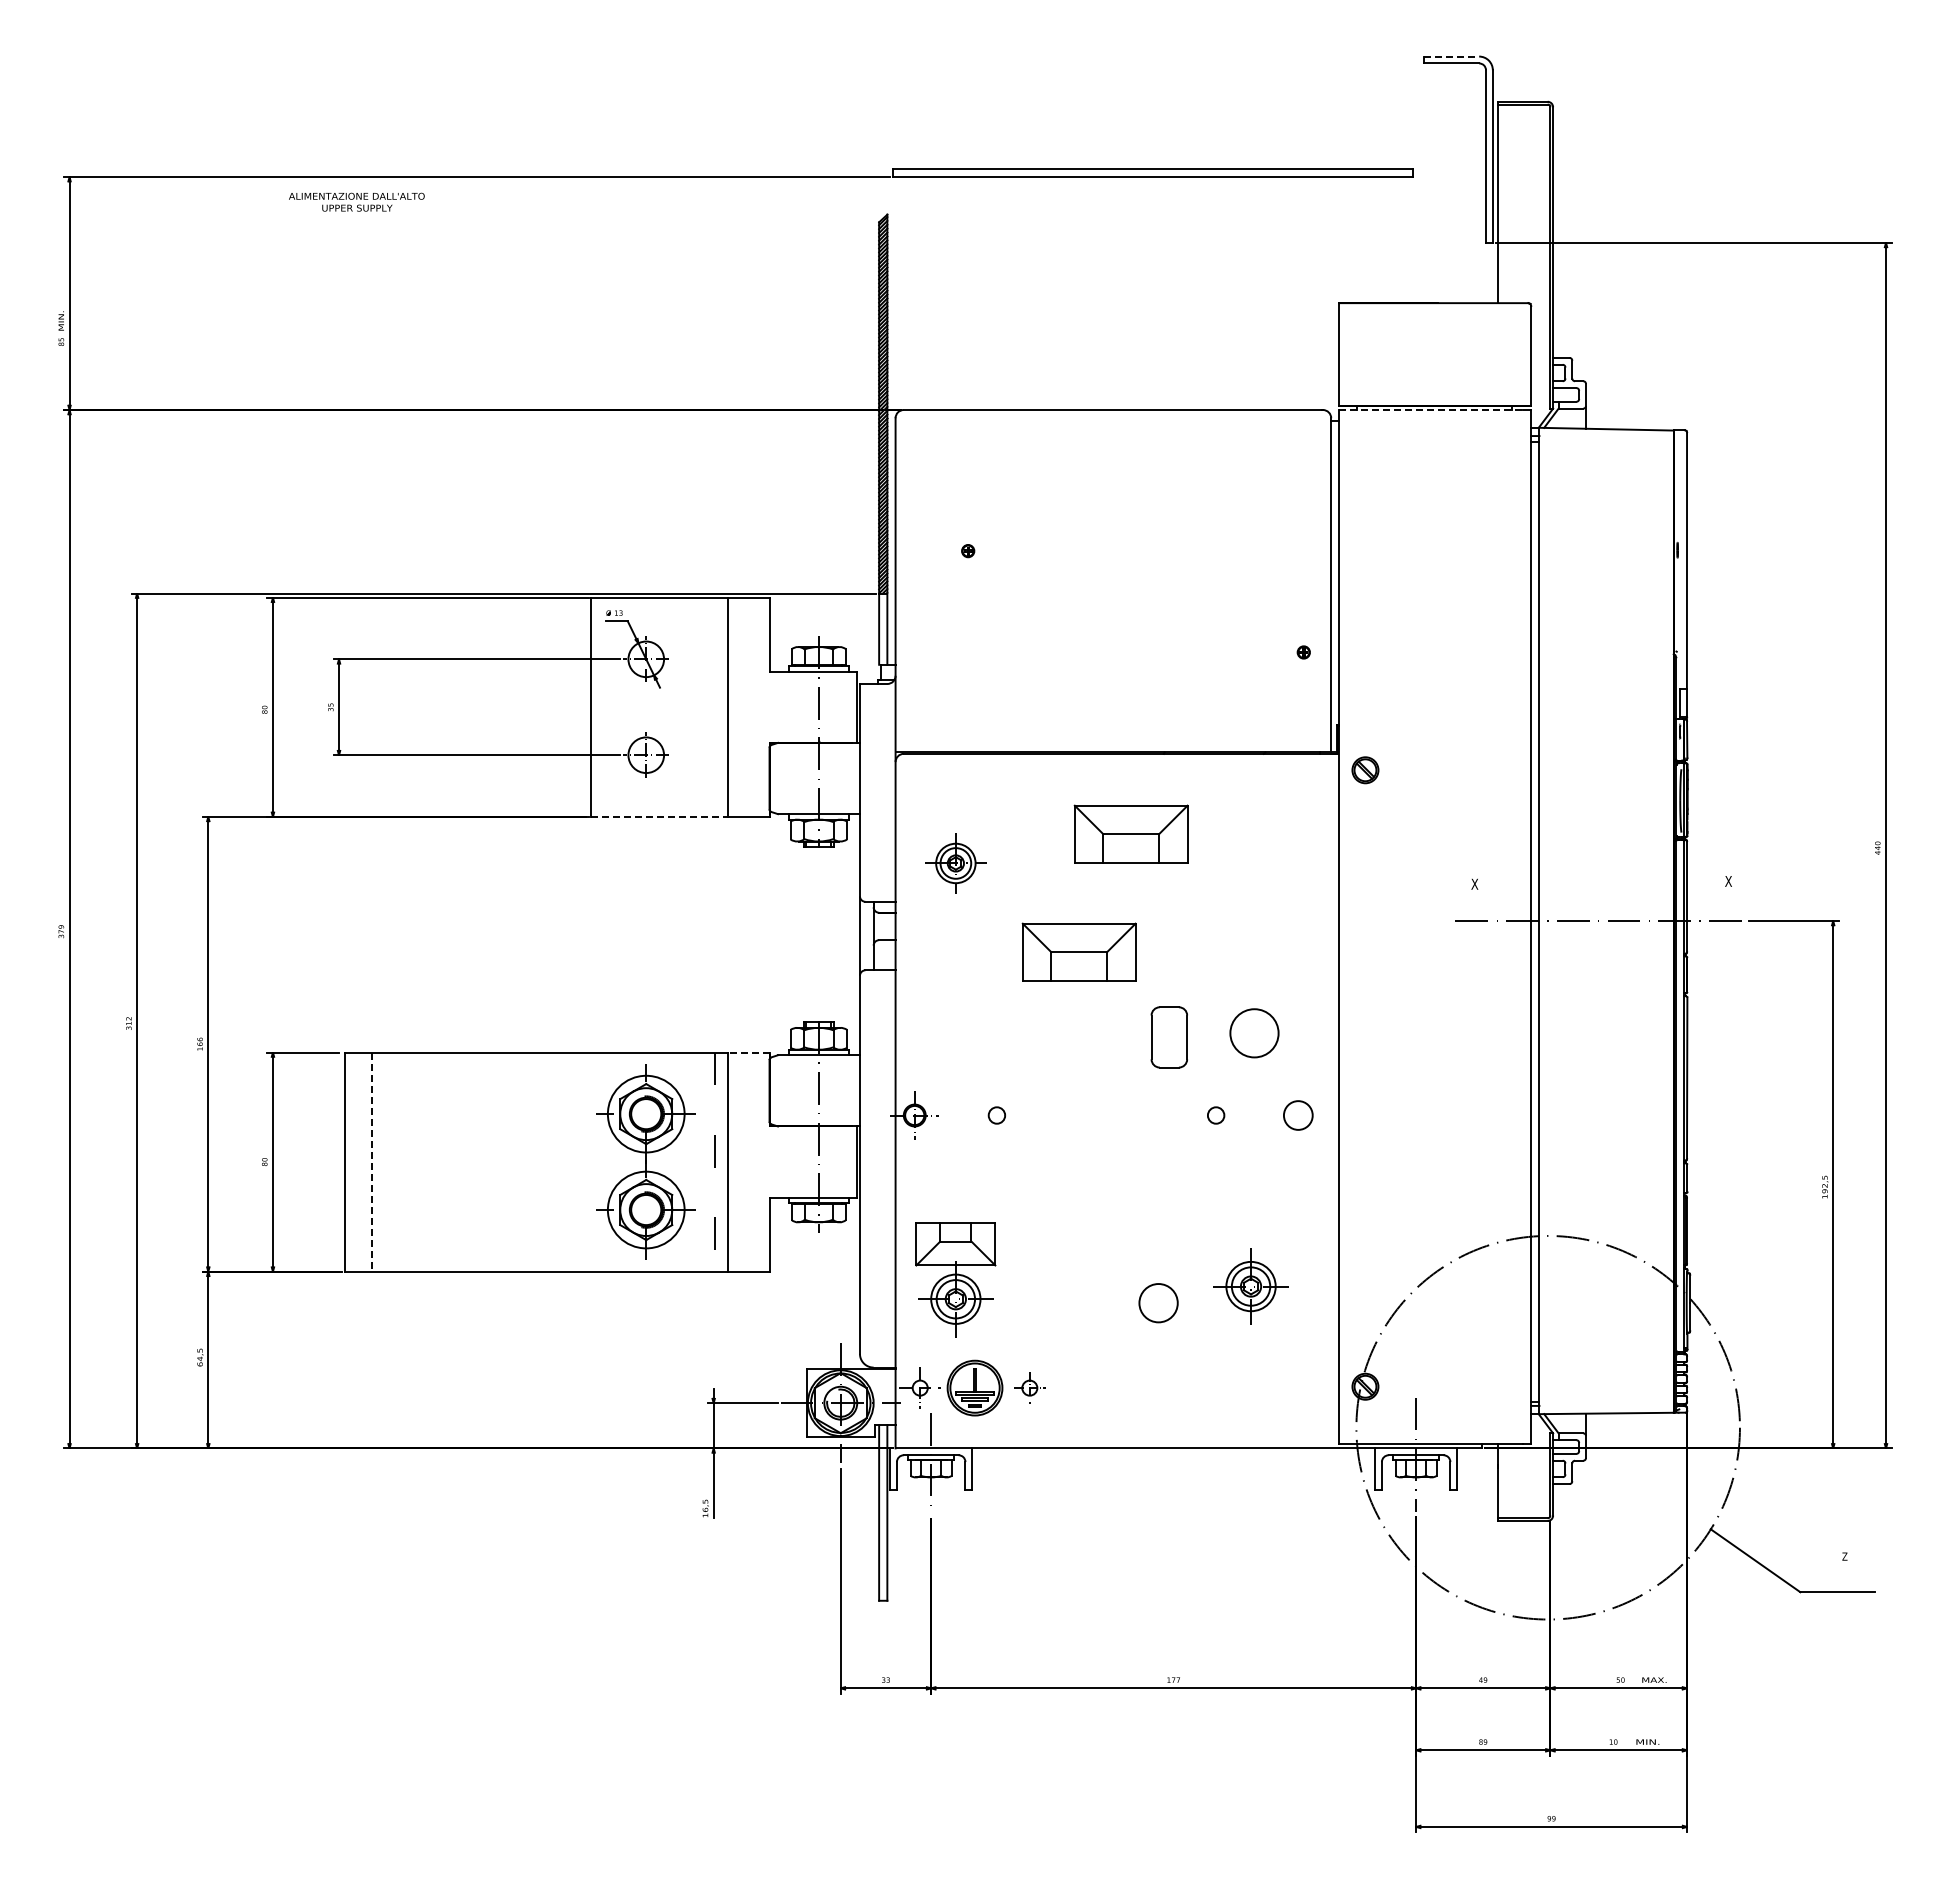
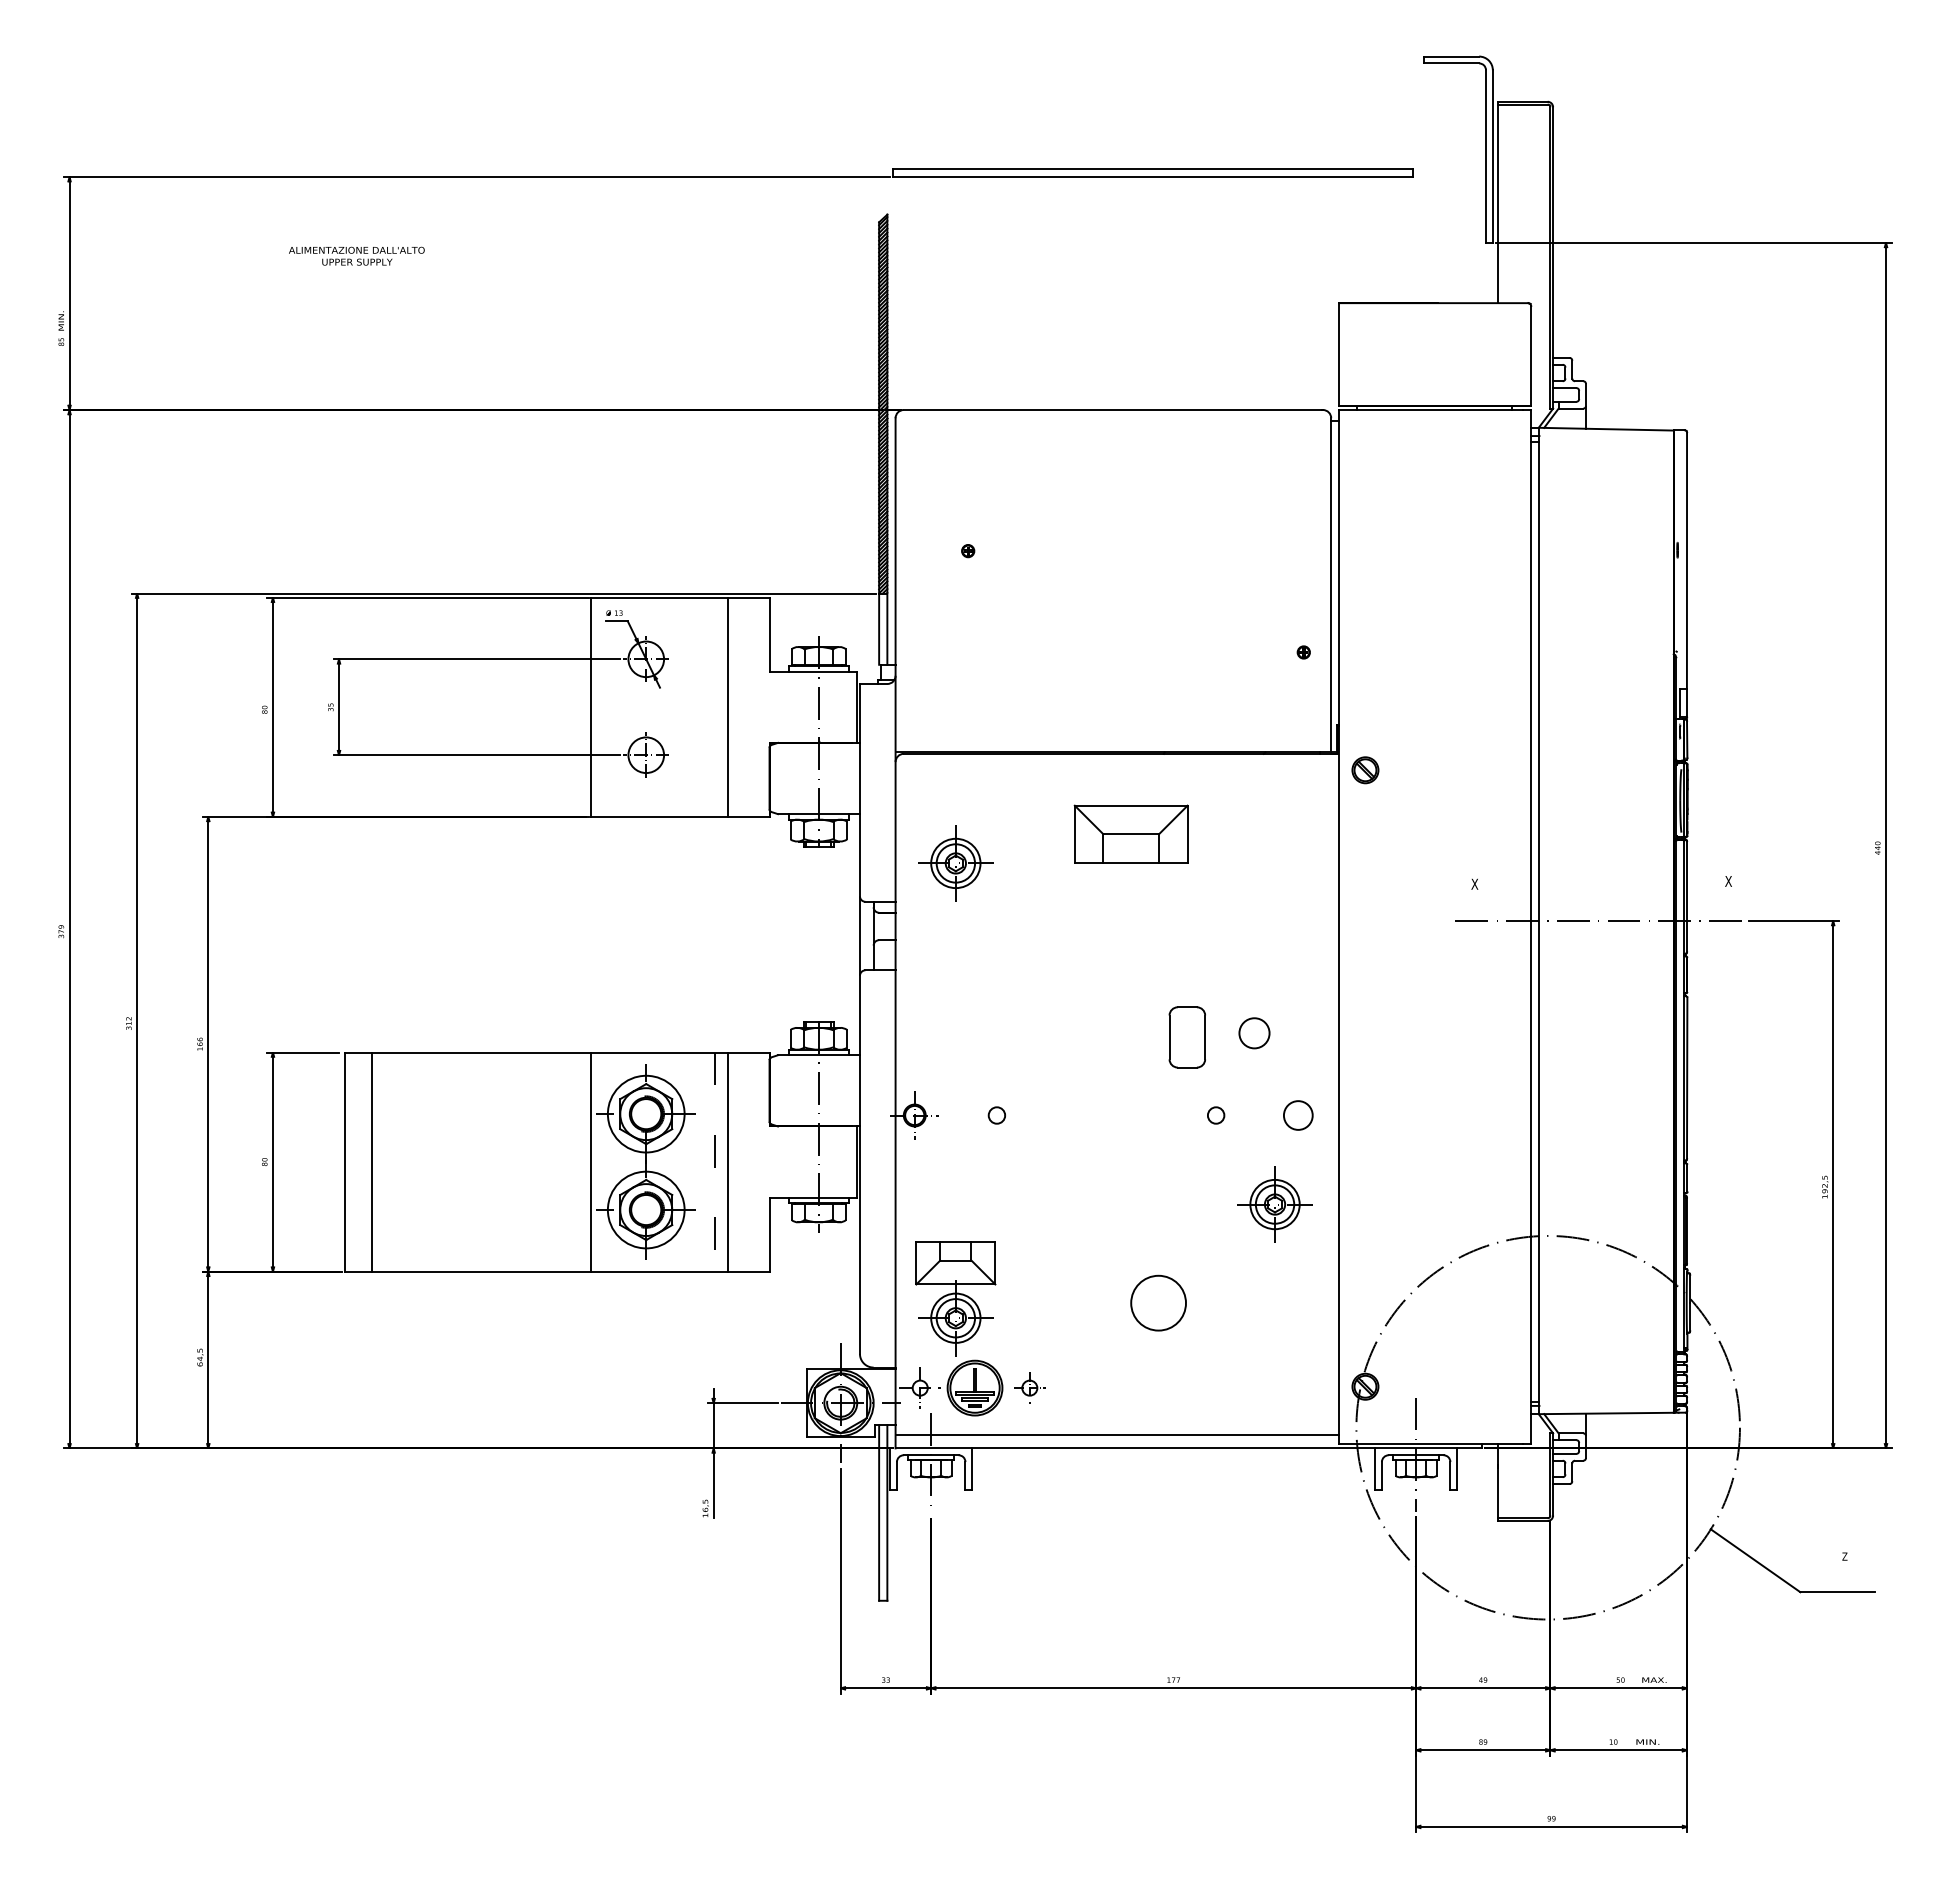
line at (1452, 56): dashed -> solid
text at (356, 201) position: (356, 201) -> (356, 255)
line at (1431, 410): dashed -> solid
line at (660, 816): dashed -> solid
part at (955, 863) size: 62x61 px -> 76x77 px
part at (1078, 951): present -> none
circle at (1254, 1033) diameter: 48 px -> 30 px
part at (1168, 1037) position: (1168, 1037) -> (1186, 1037)
line at (749, 1052): dashed -> solid
line at (591, 1161): none -> present
line at (372, 1162): dashed -> solid
part at (955, 1279) position: (955, 1279) -> (955, 1298)
part at (1250, 1286) position: (1250, 1286) -> (1274, 1204)
circle at (1158, 1303) diameter: 38 px -> 55 px
line at (1117, 1434): none -> present
